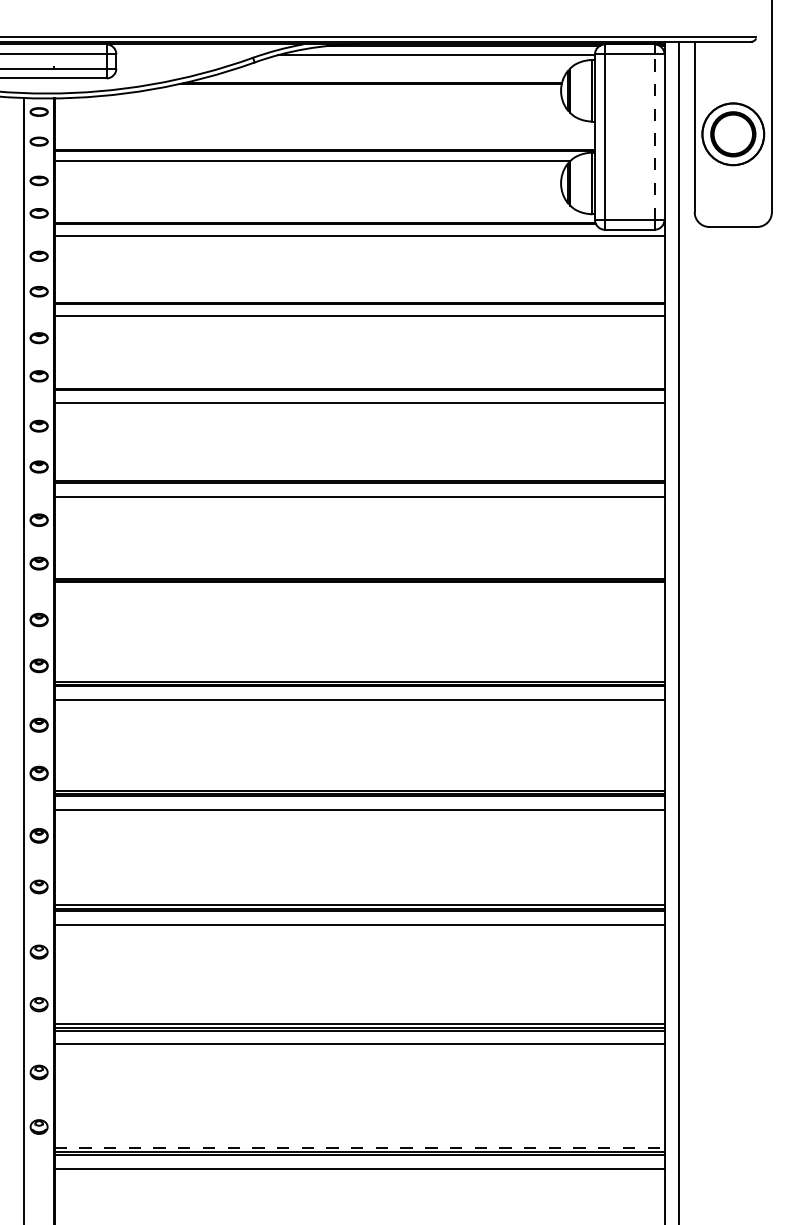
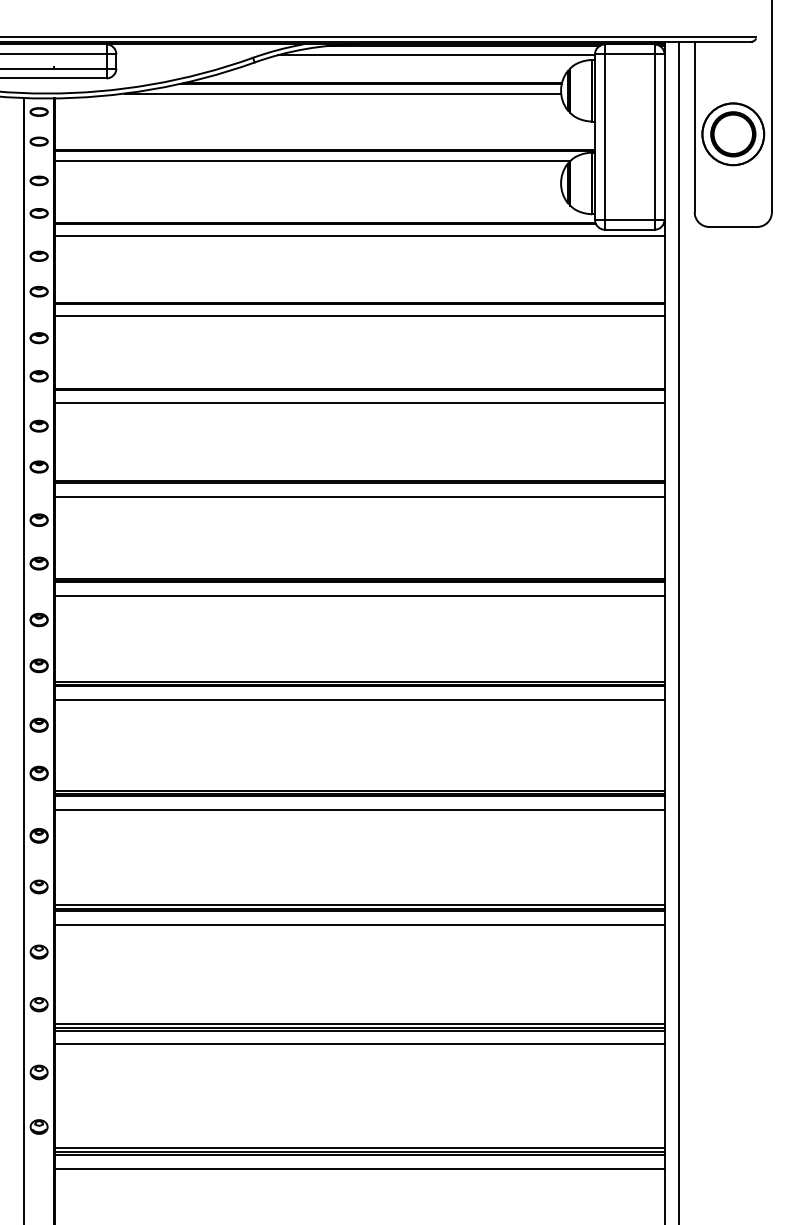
line at (342, 93): none -> present
line at (654, 137): dashed -> solid
line at (359, 595): none -> present
line at (359, 1147): dashed -> solid
